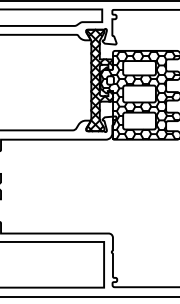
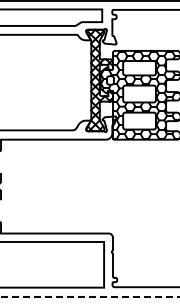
line at (90, 296): solid -> dashed
